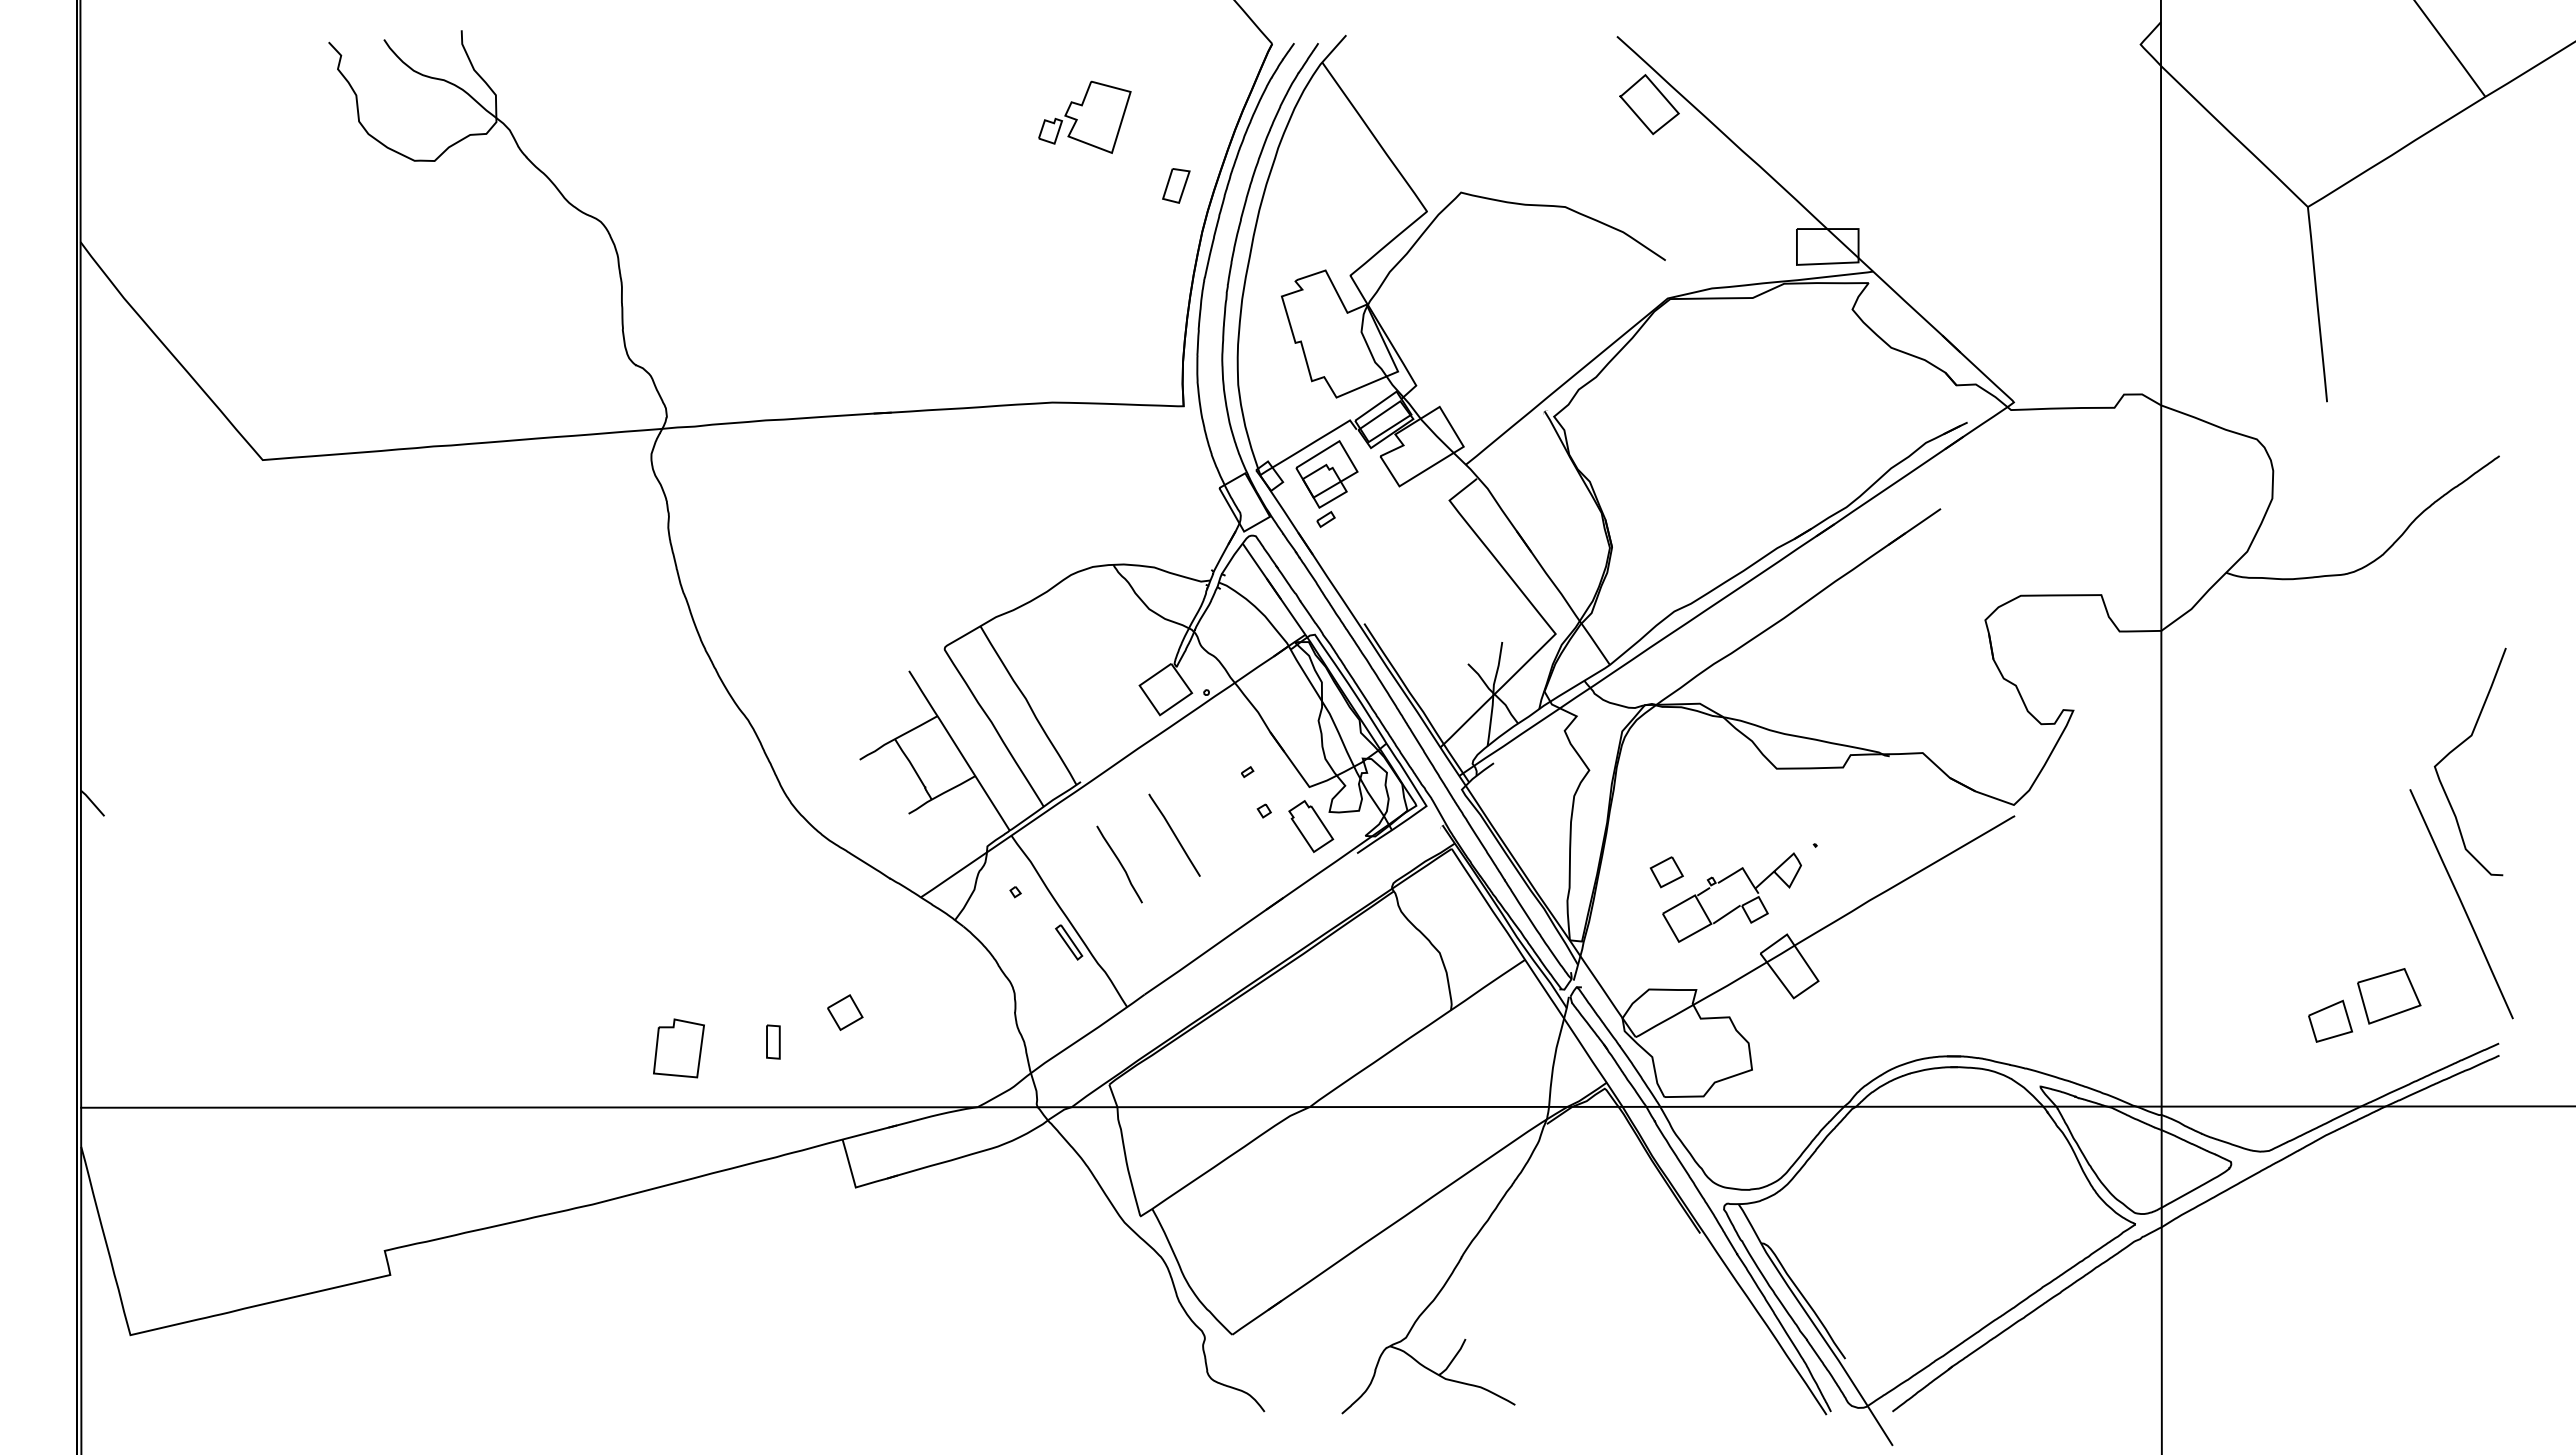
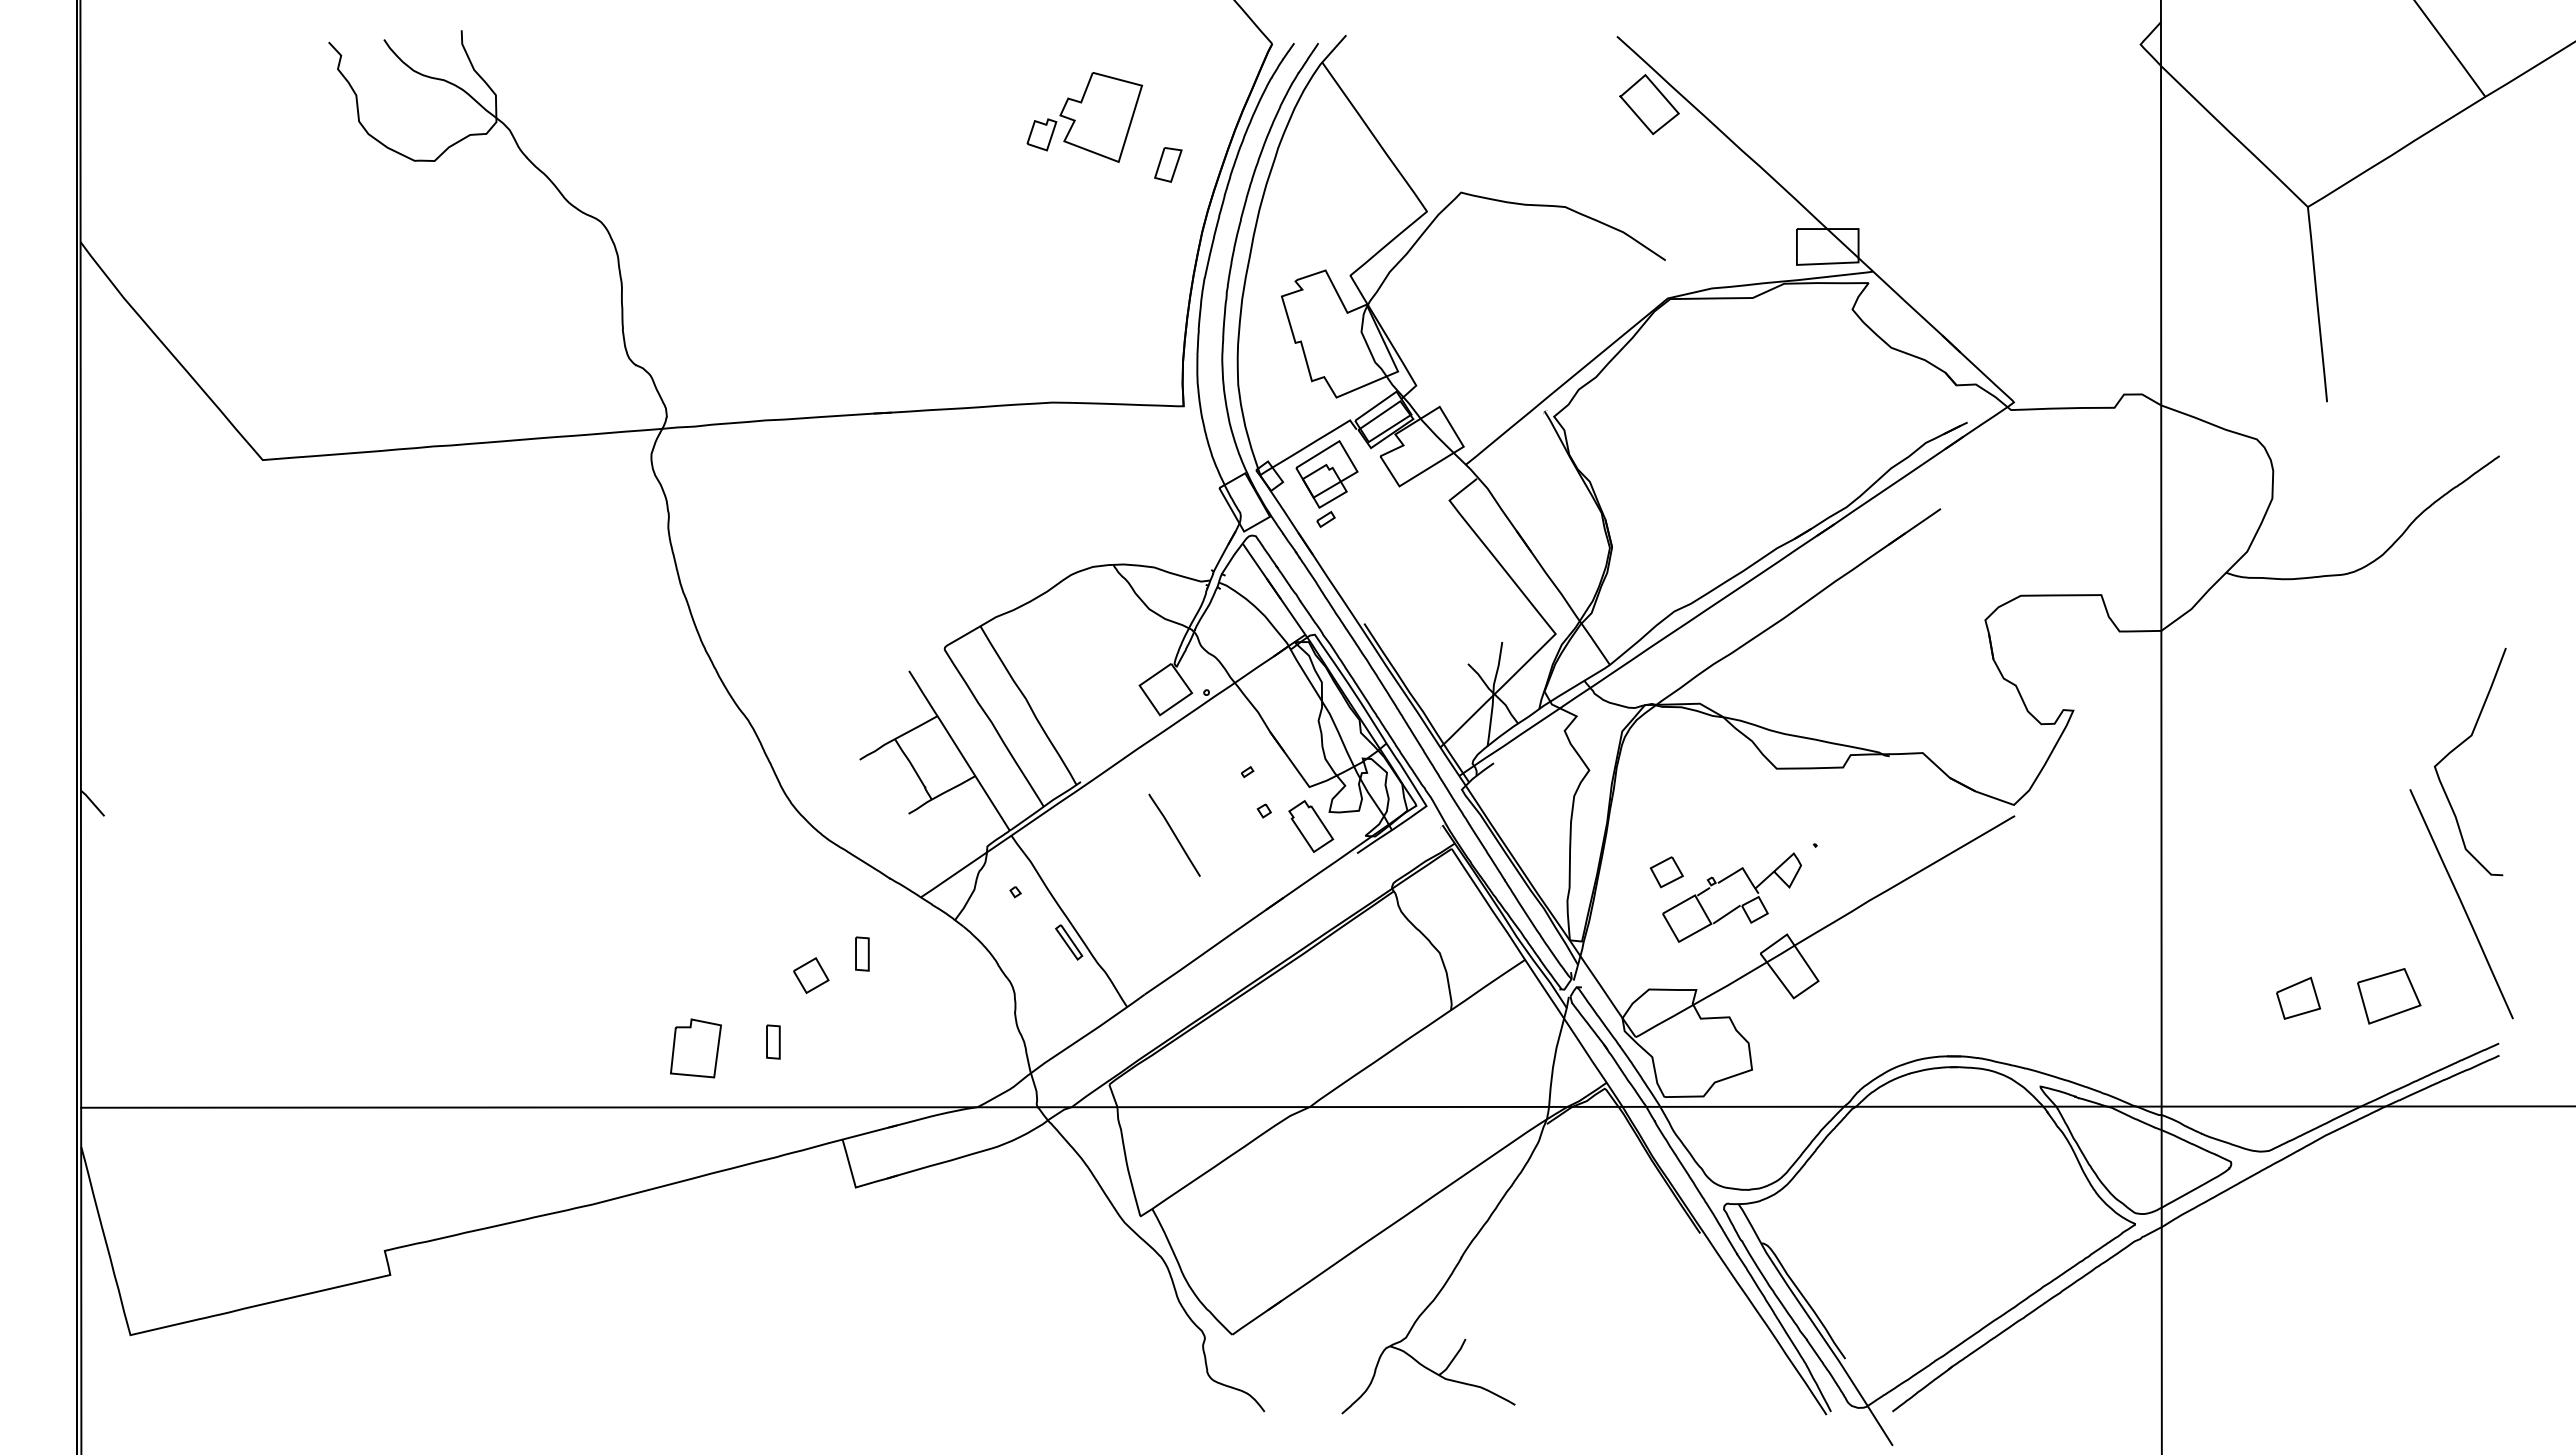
part at (1084, 116) size: 94x74 px -> 118x91 px
part at (1176, 185) position: (1176, 185) -> (1168, 164)
curve at (1119, 863): present -> none
part at (862, 953): none -> present
part at (845, 1012) position: (845, 1012) -> (811, 975)
part at (2330, 1020) position: (2330, 1020) -> (2298, 997)
part at (678, 1048) position: (678, 1048) -> (695, 1048)
